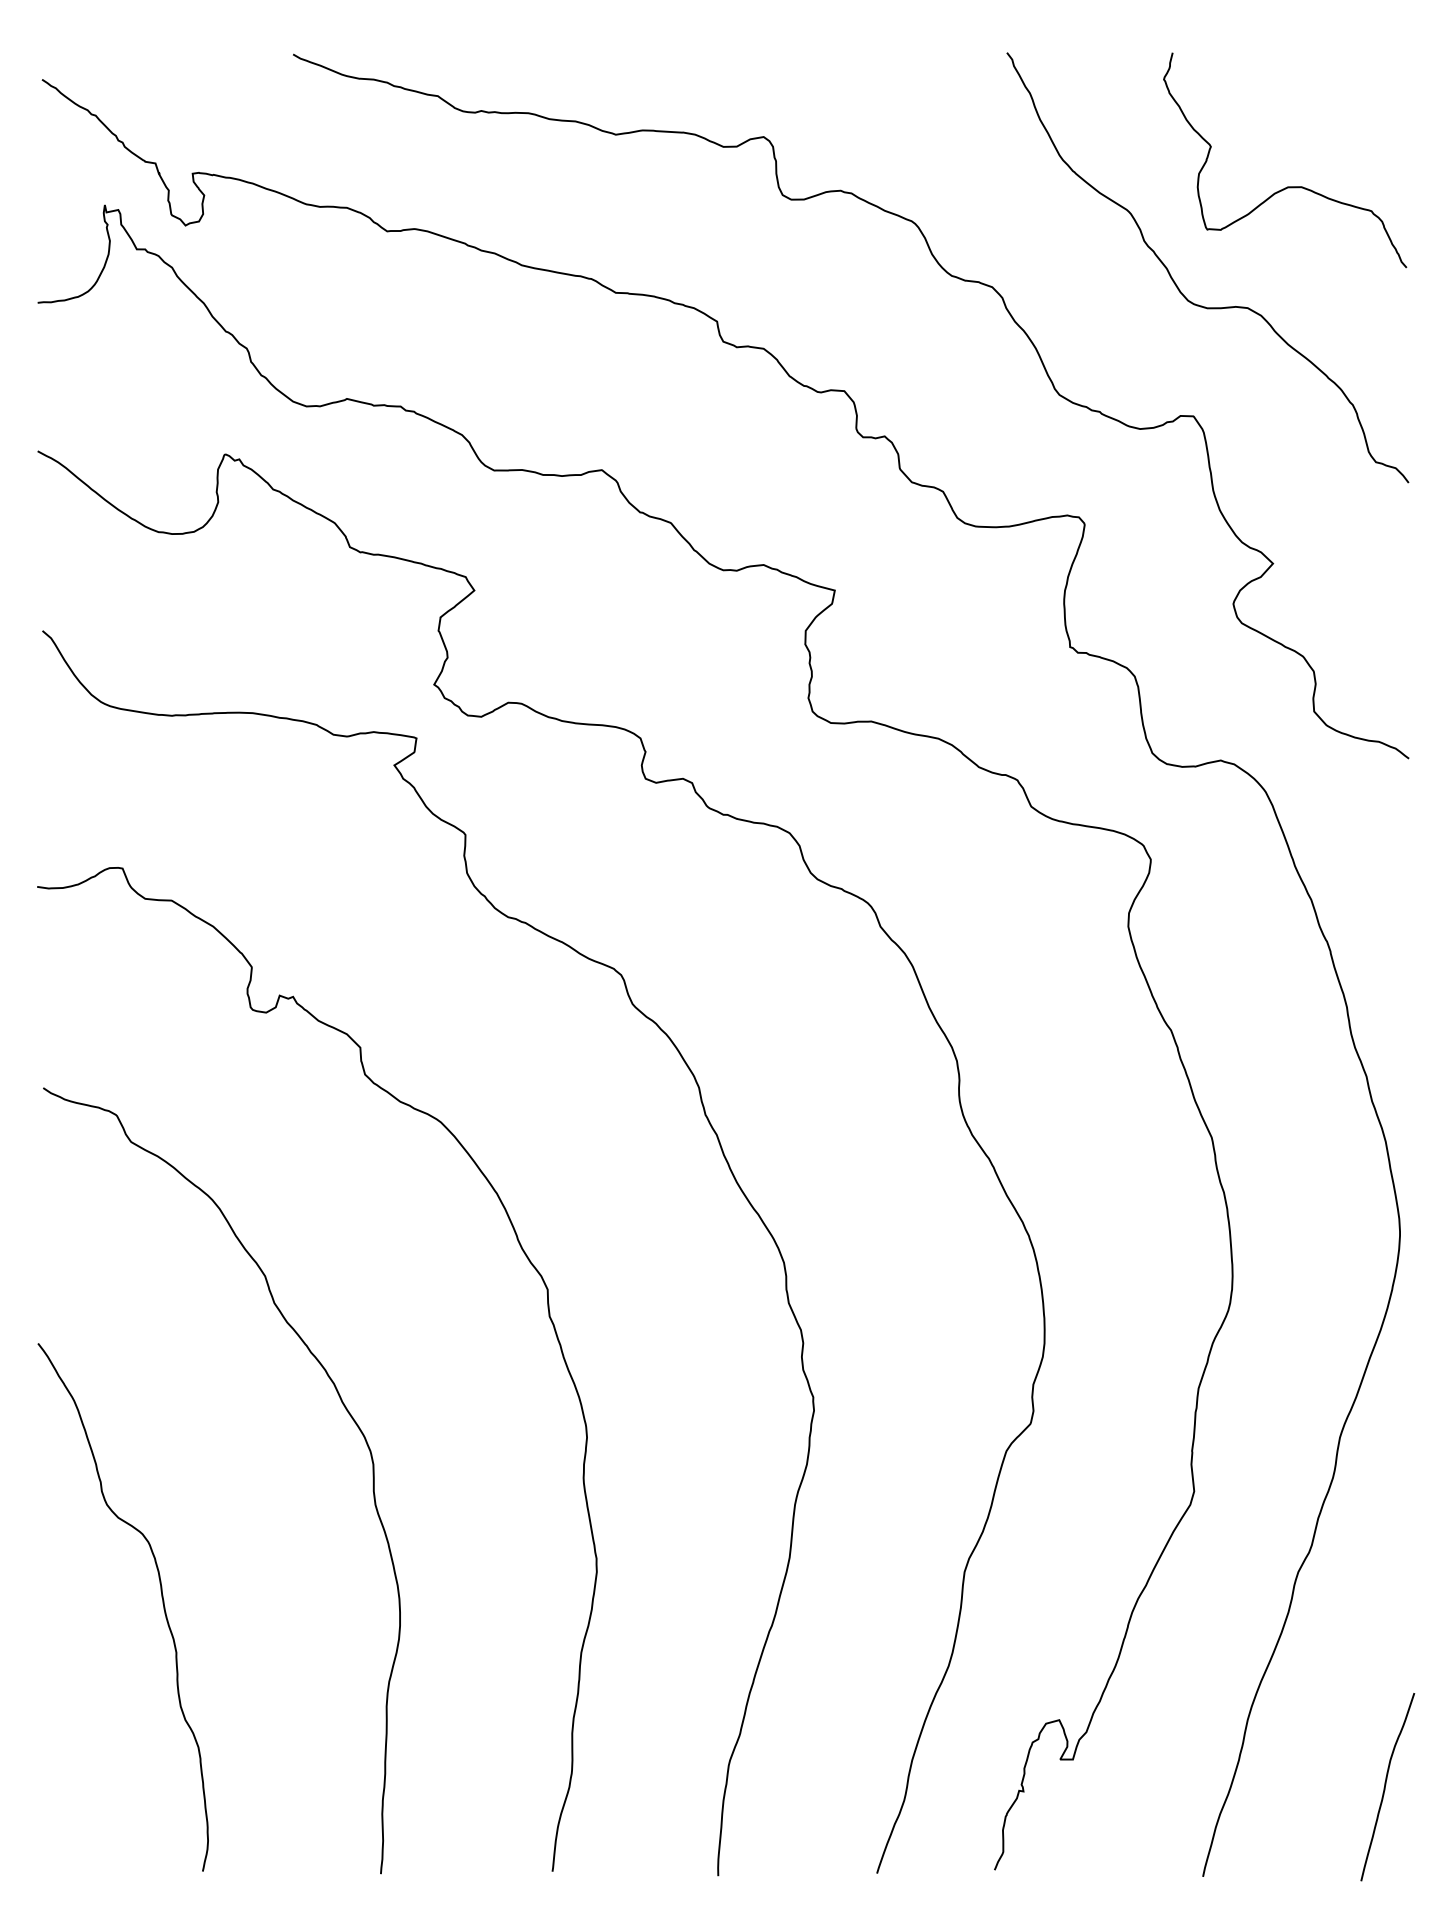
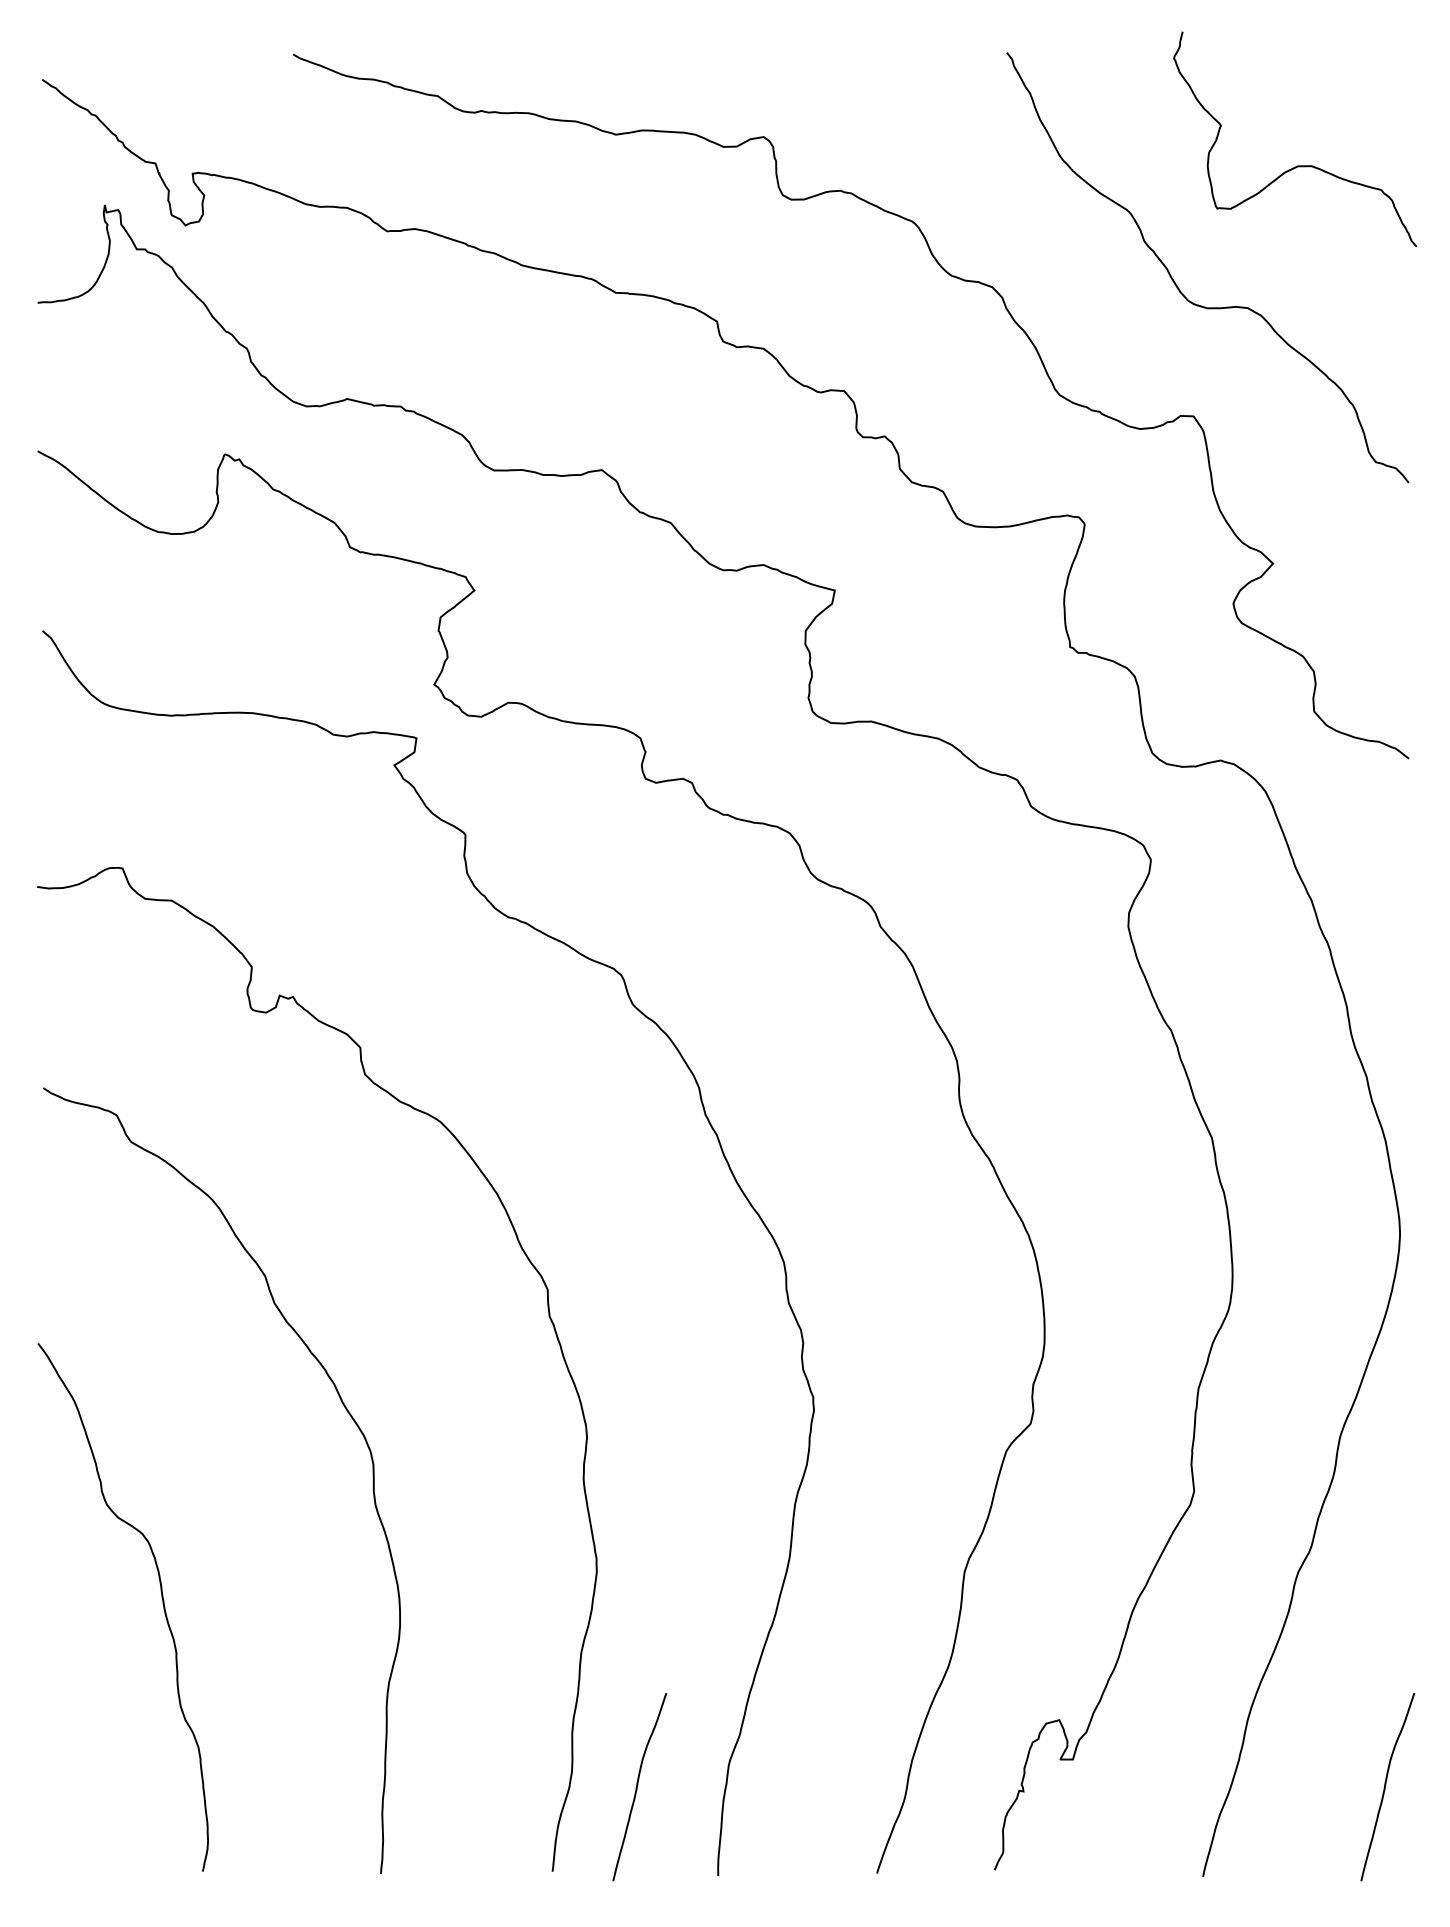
curve at (1287, 186) position: (1287, 186) -> (1297, 165)
curve at (637, 1787): none -> present
